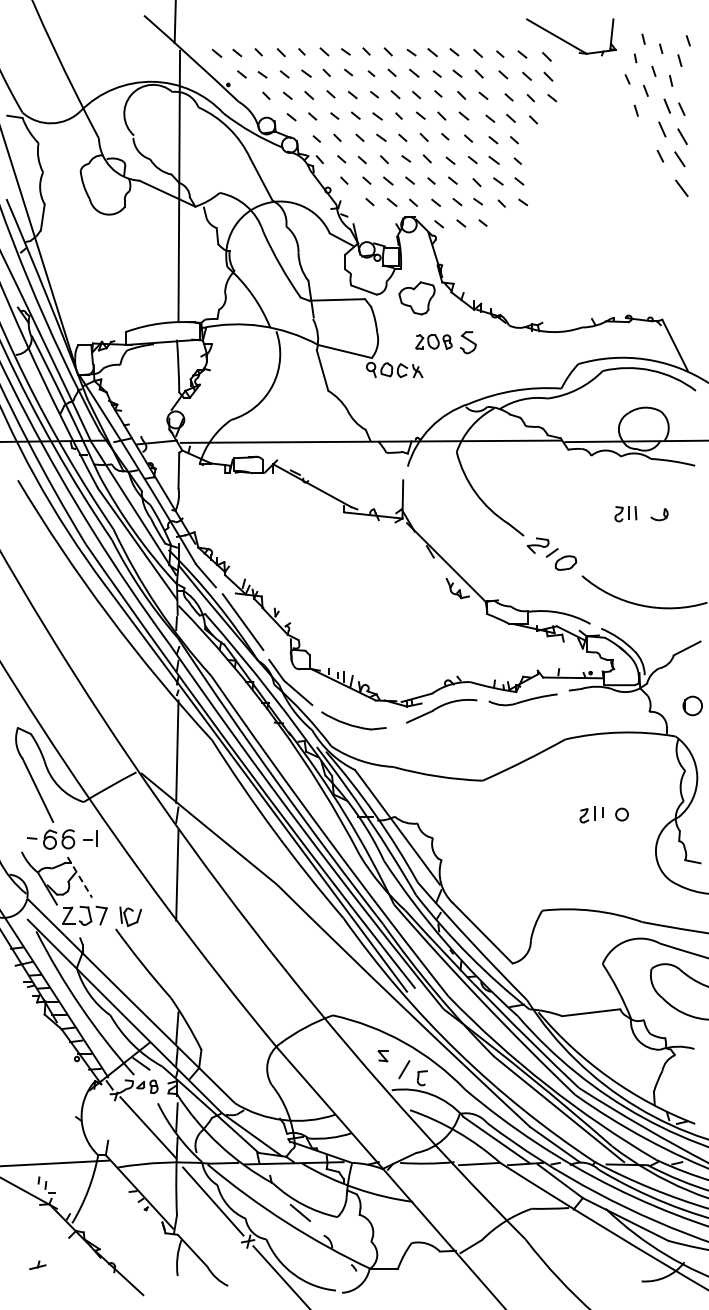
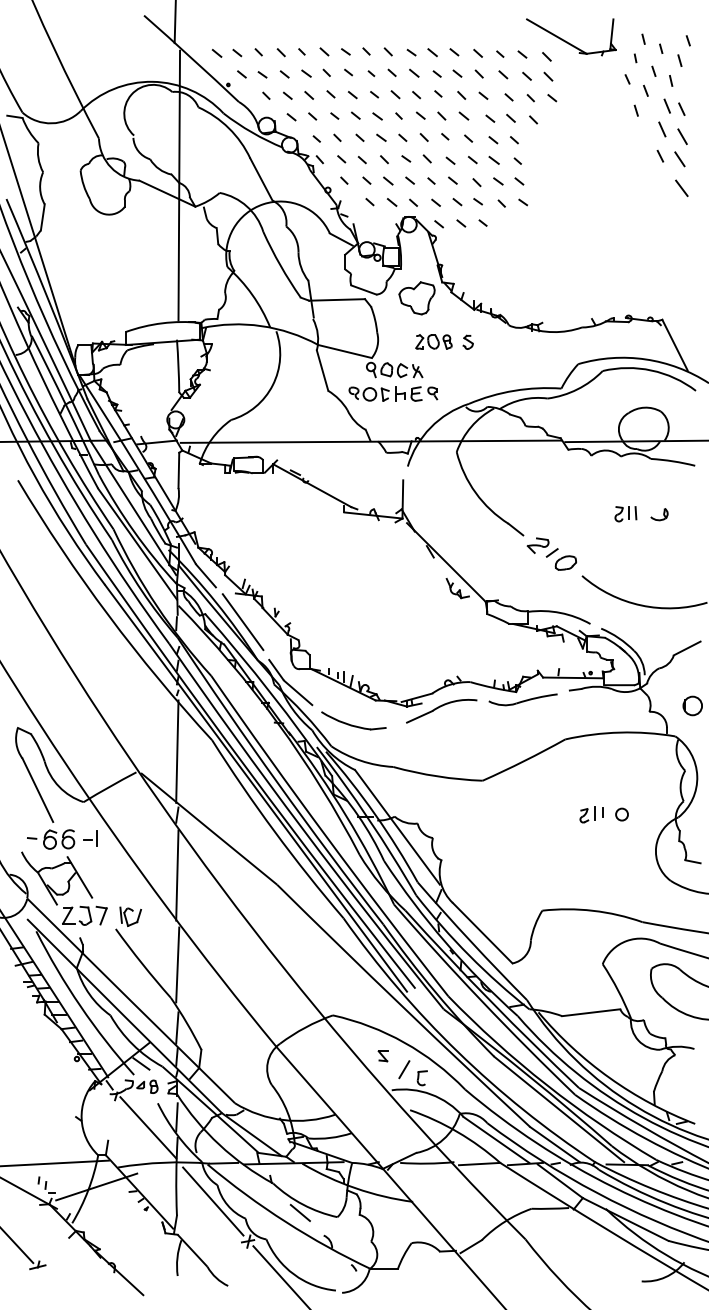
part at (468, 342) size: 17x24 px -> 12x16 px
part at (393, 393): none -> present
line at (79, 877): dashed -> solid
line at (177, 964): none -> present
line at (96, 1186): none -> present
line at (17, 1246): none -> present
